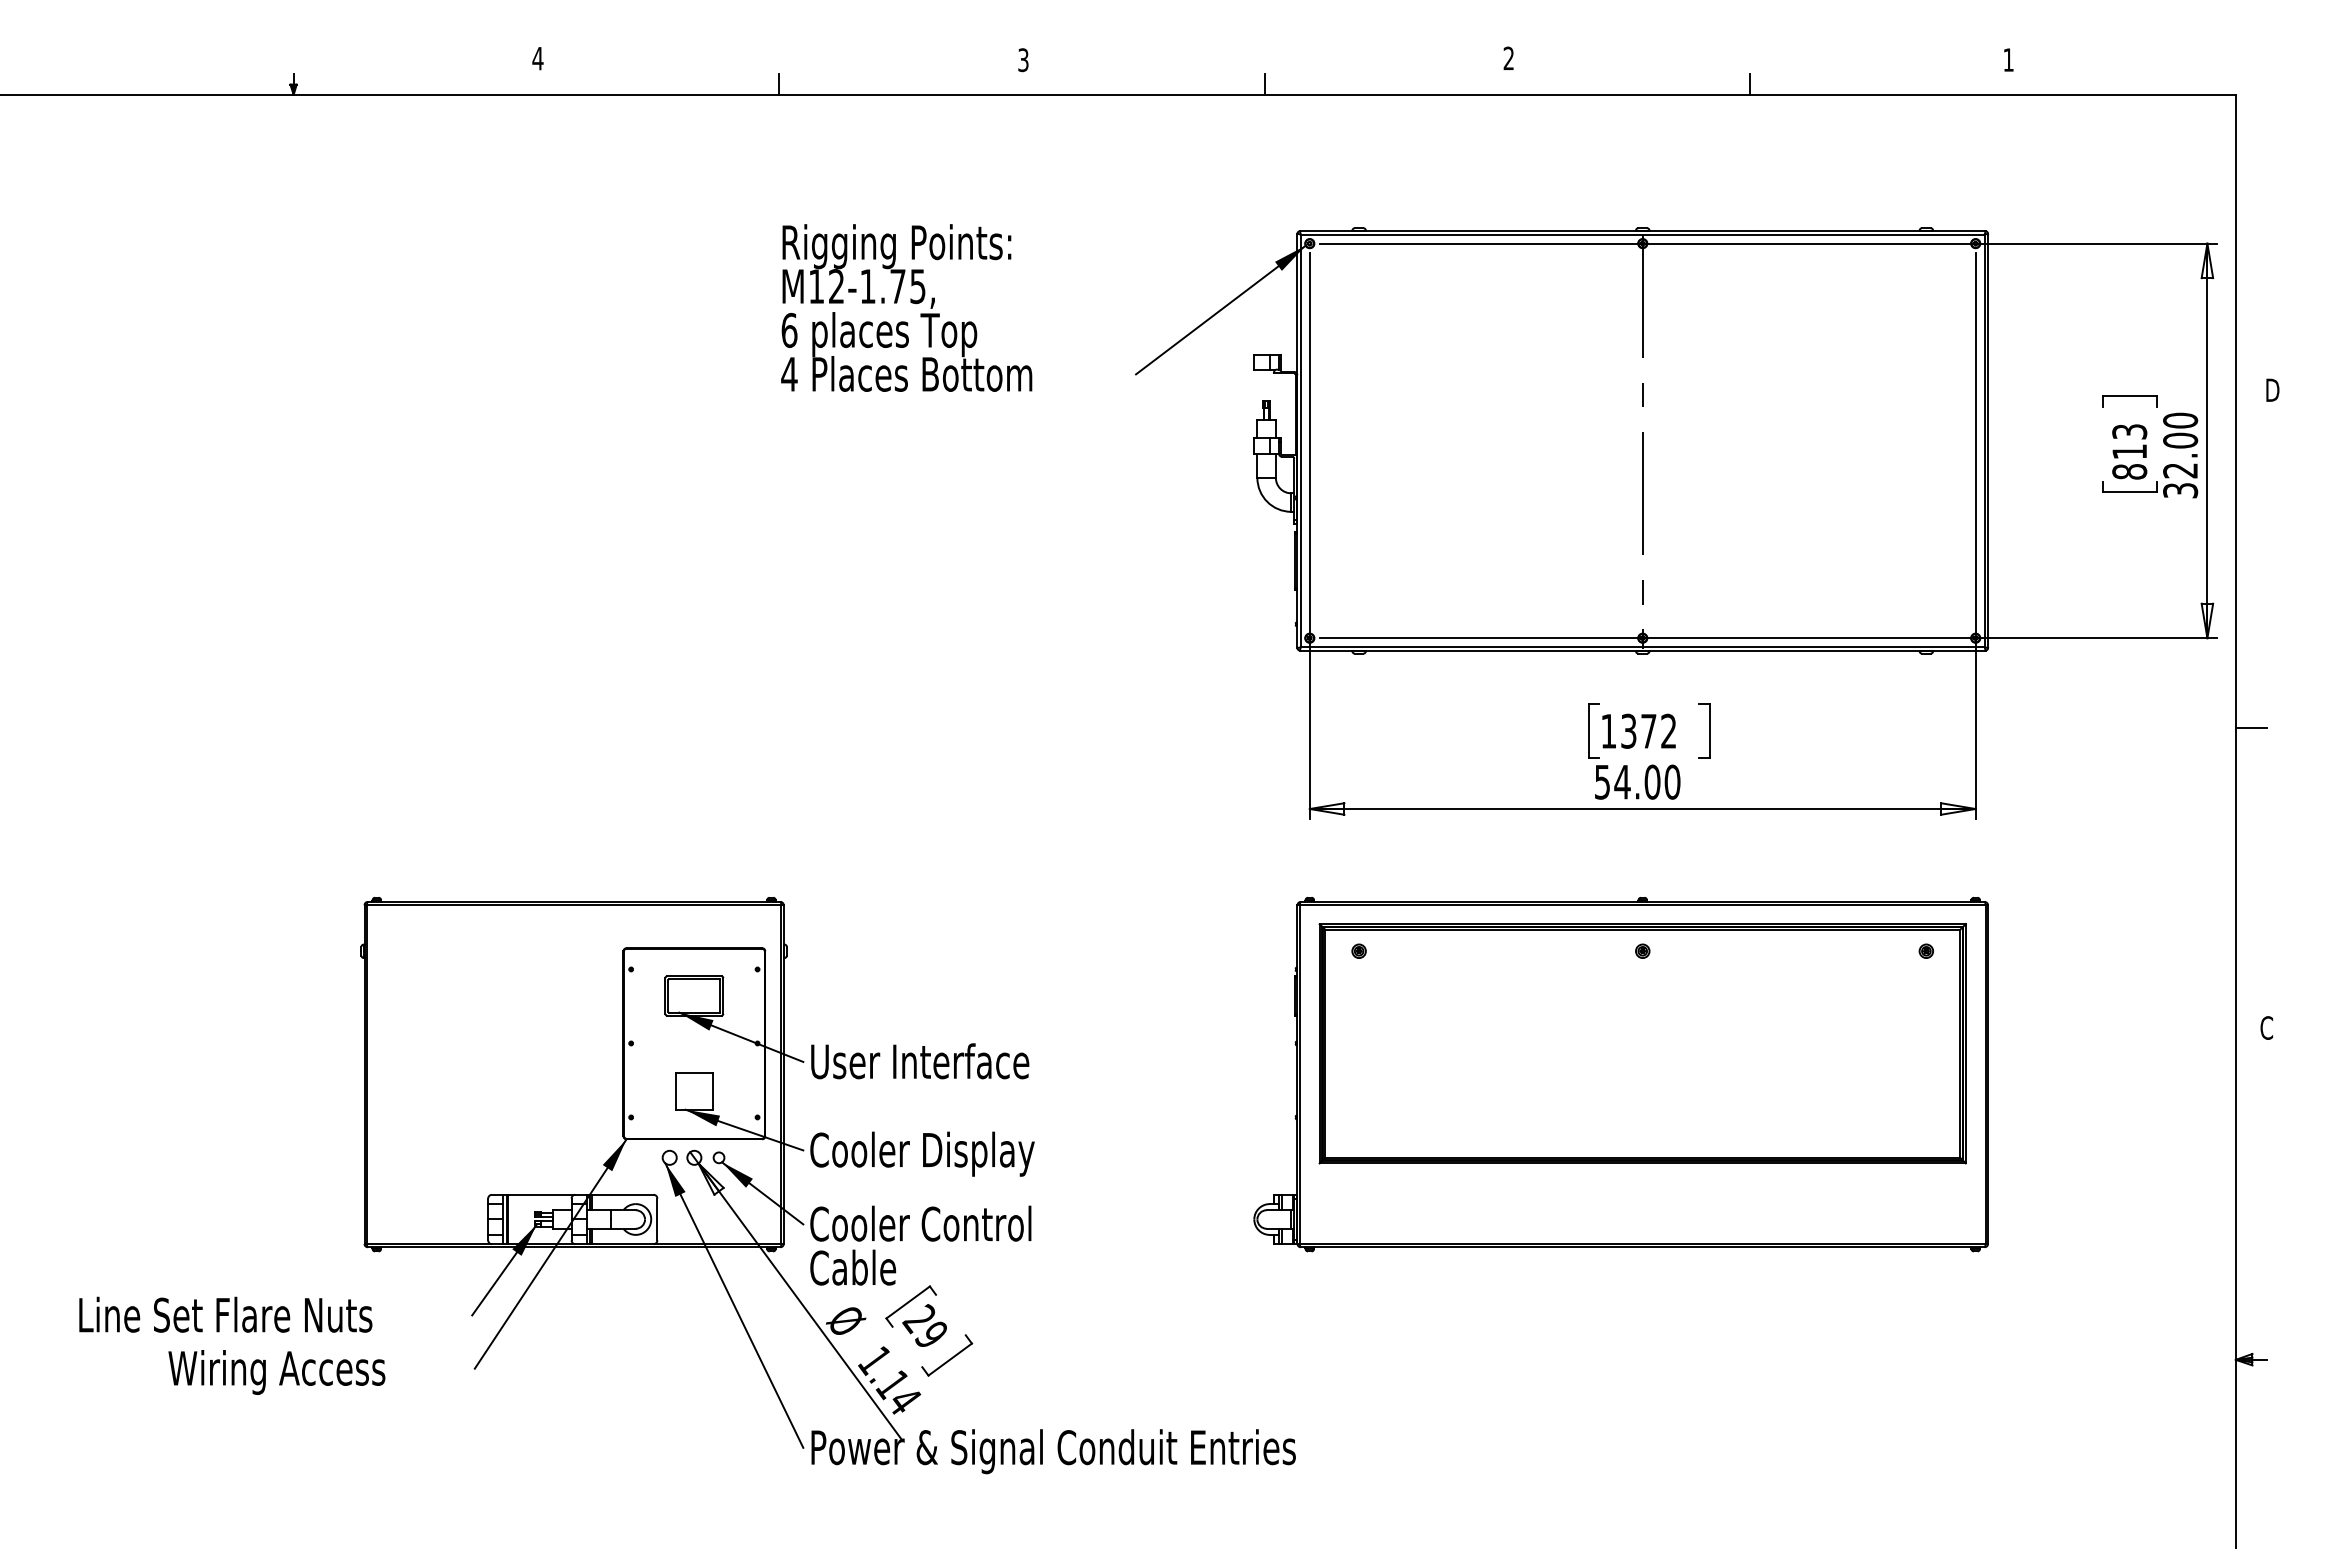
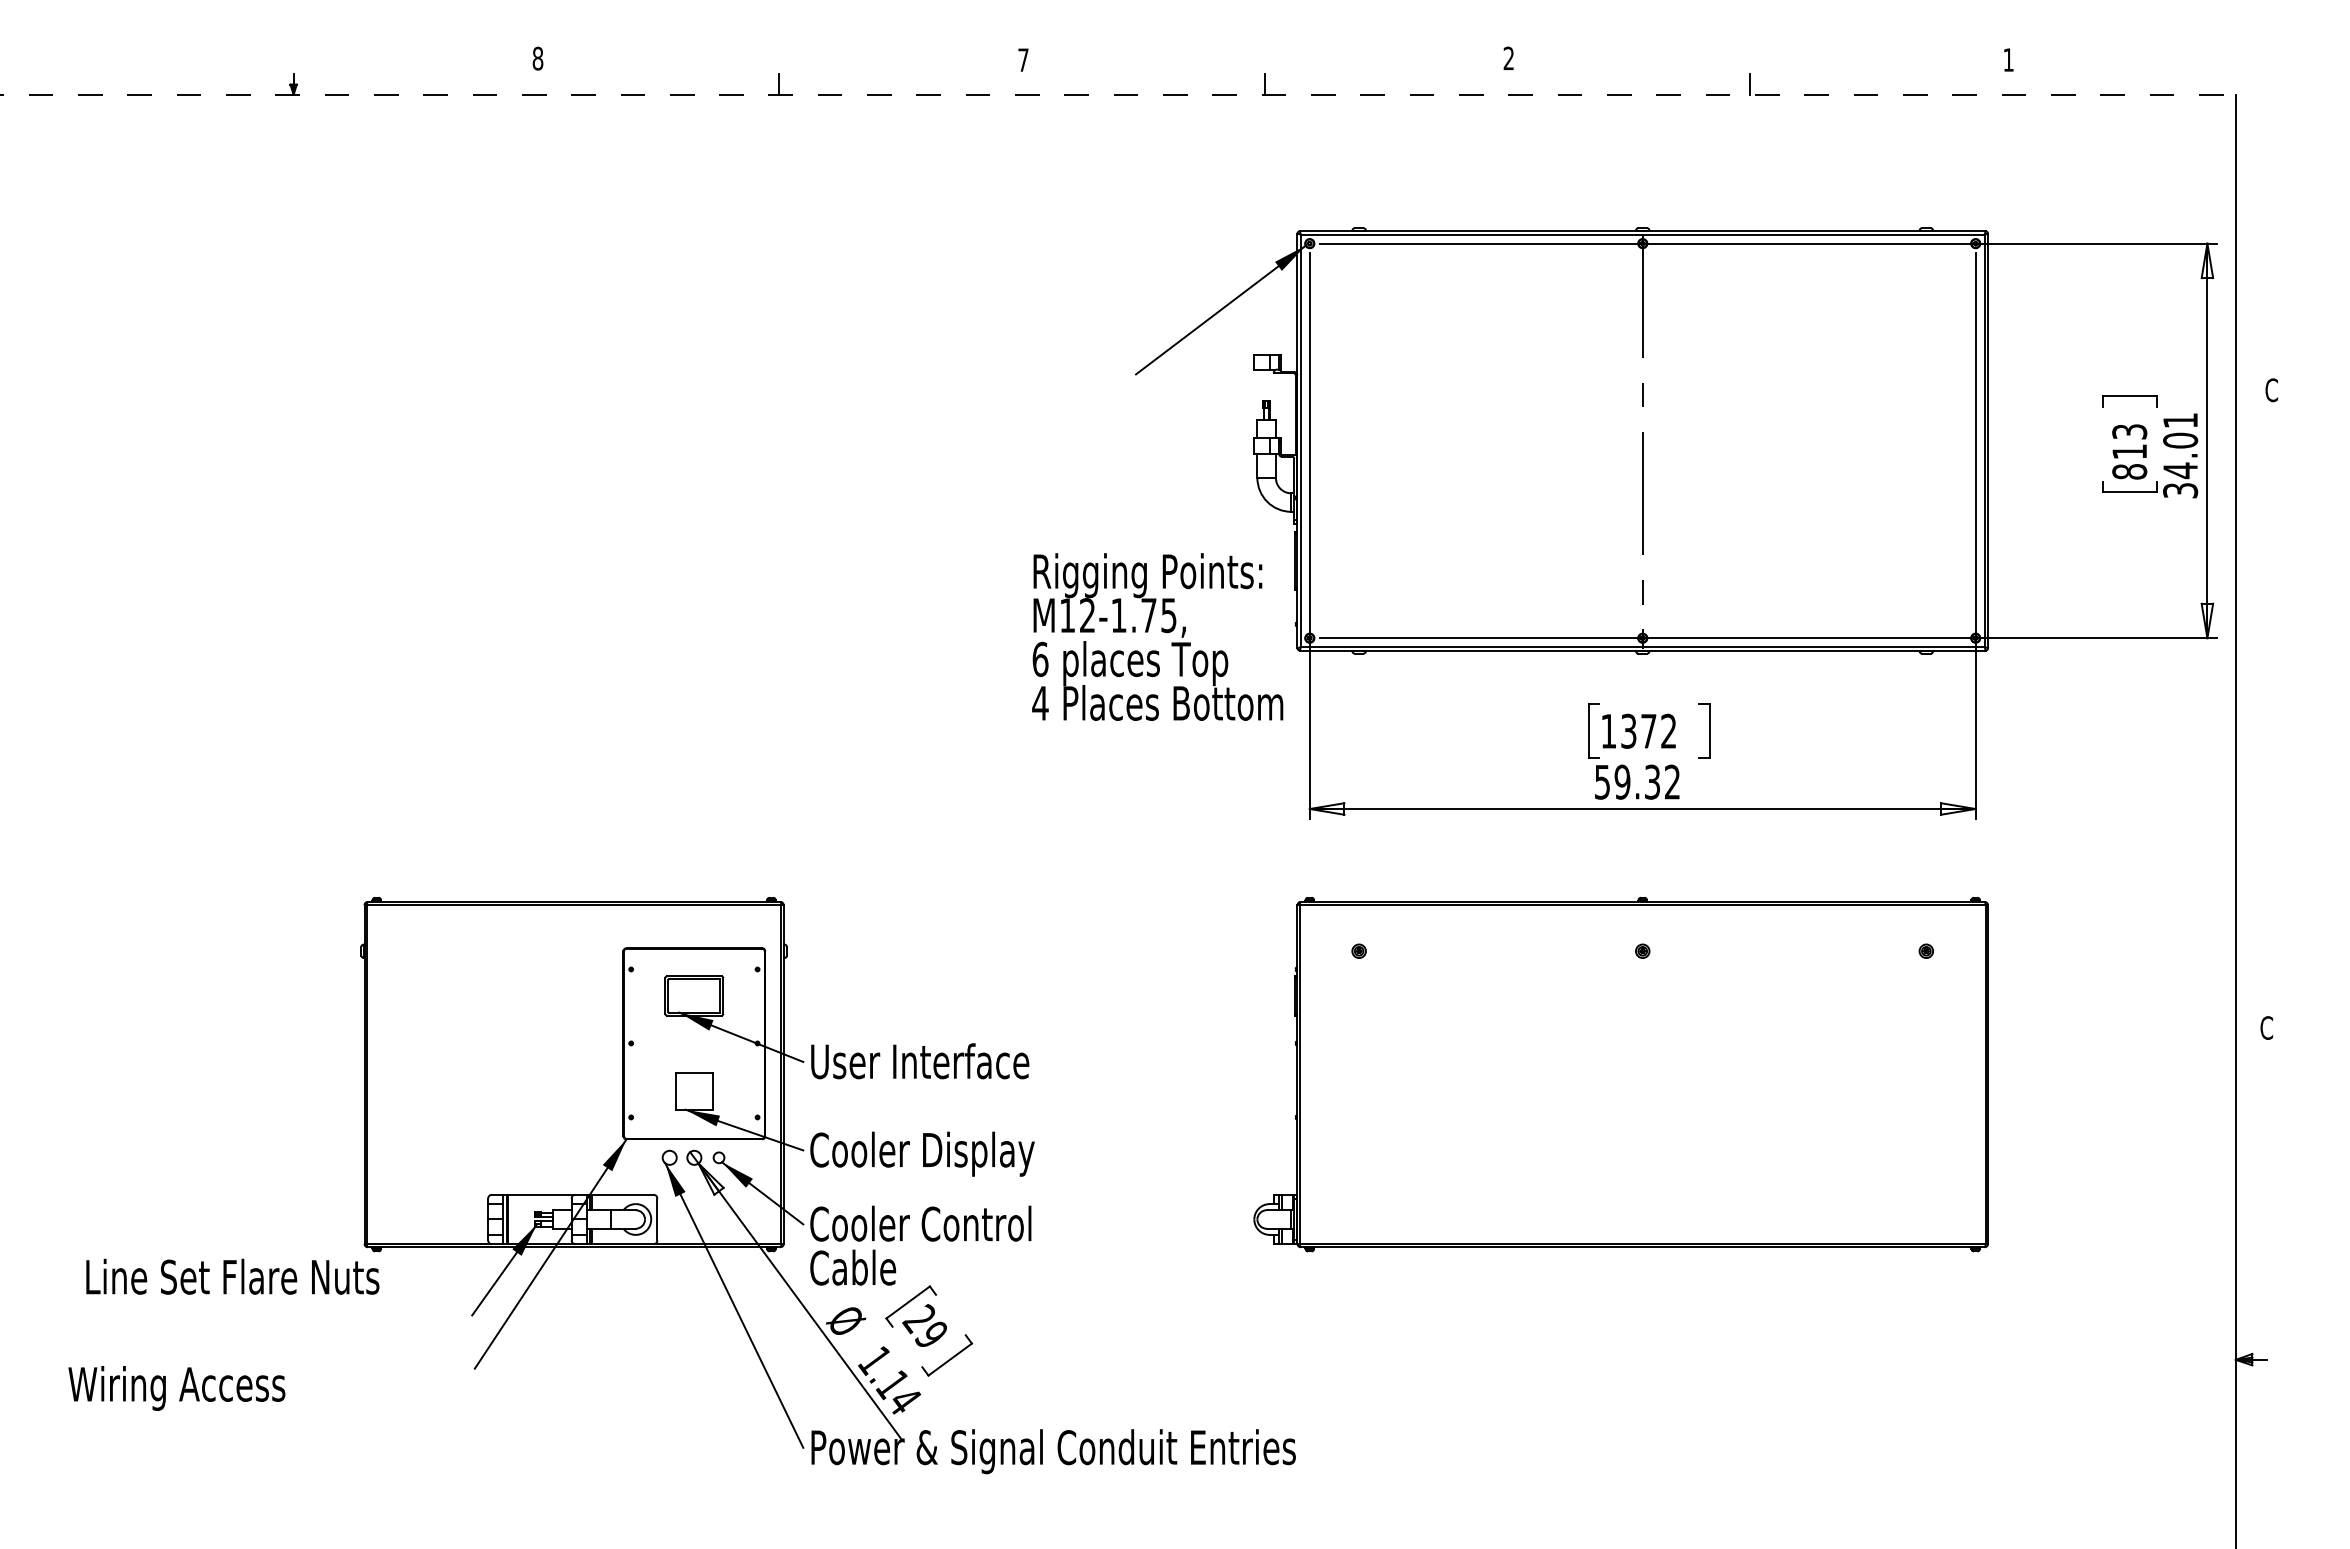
text at (537, 58): 4 -> 8
text at (1023, 60): 3 -> 7
line at (1118, 94): solid -> dashed
text at (906, 307) position: (906, 307) -> (1157, 636)
text at (2272, 390): D -> C
text at (2180, 445): 32.00 -> 34.01
line at (2250, 727): present -> none
text at (1647, 781): 54.00 -> 59.32
part at (1642, 1043): present -> none
text at (225, 1314) position: (225, 1314) -> (232, 1276)
text at (276, 1372) position: (276, 1372) -> (176, 1388)
